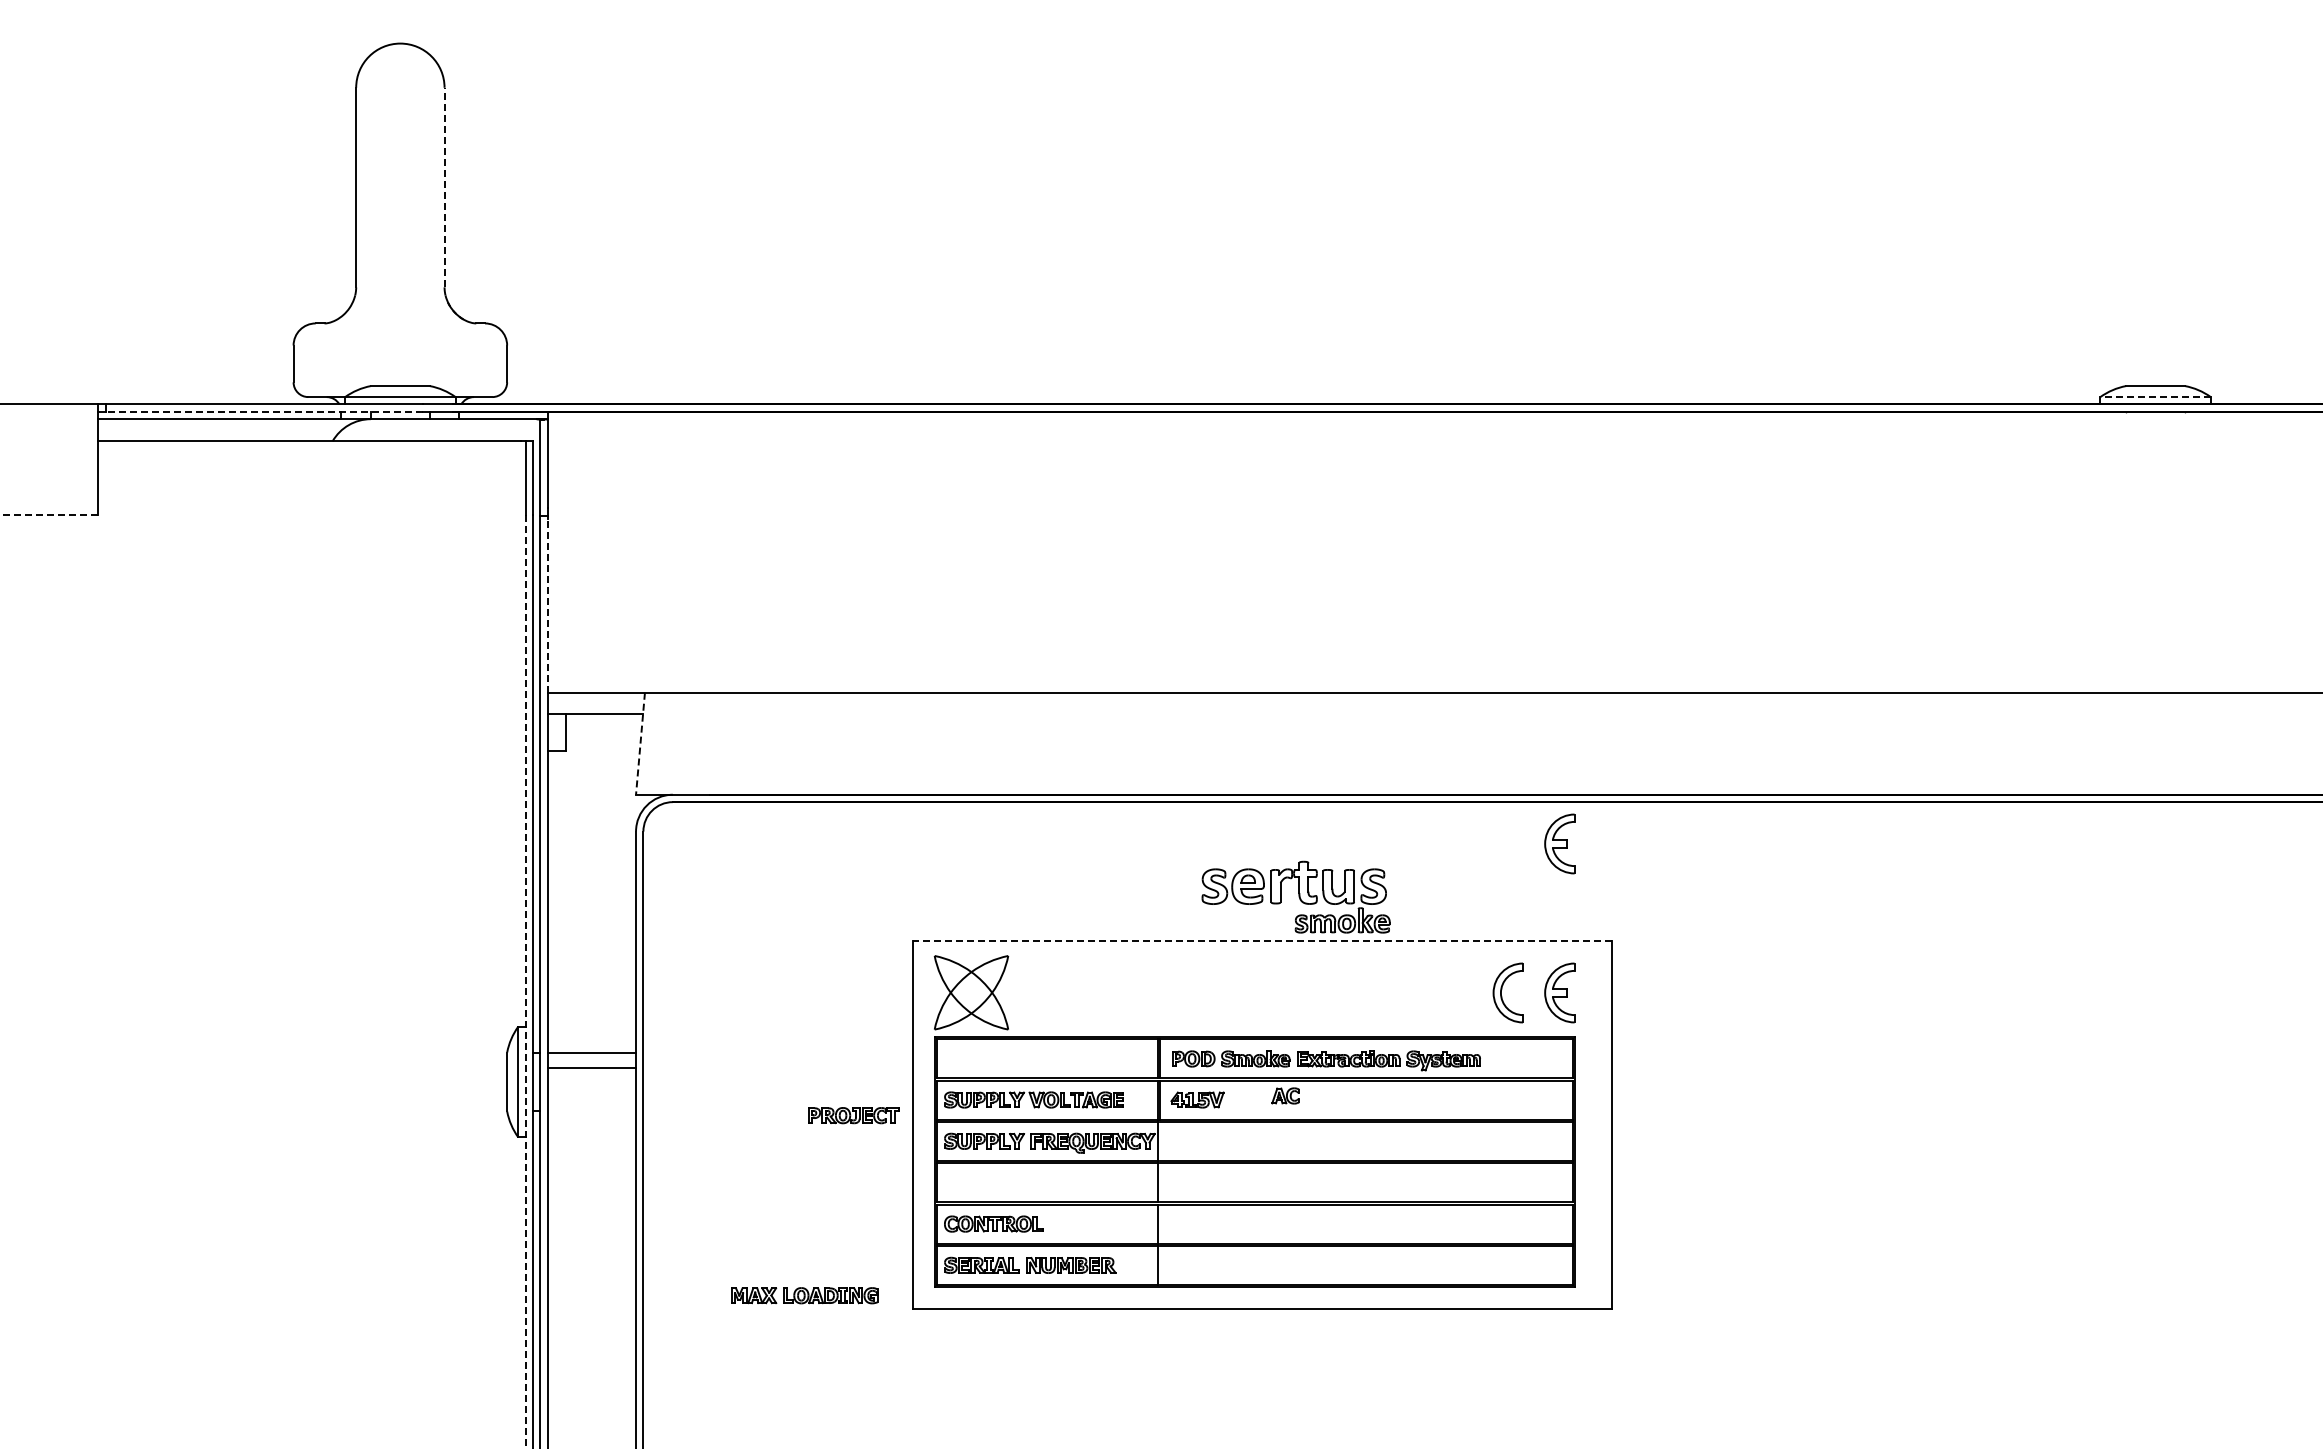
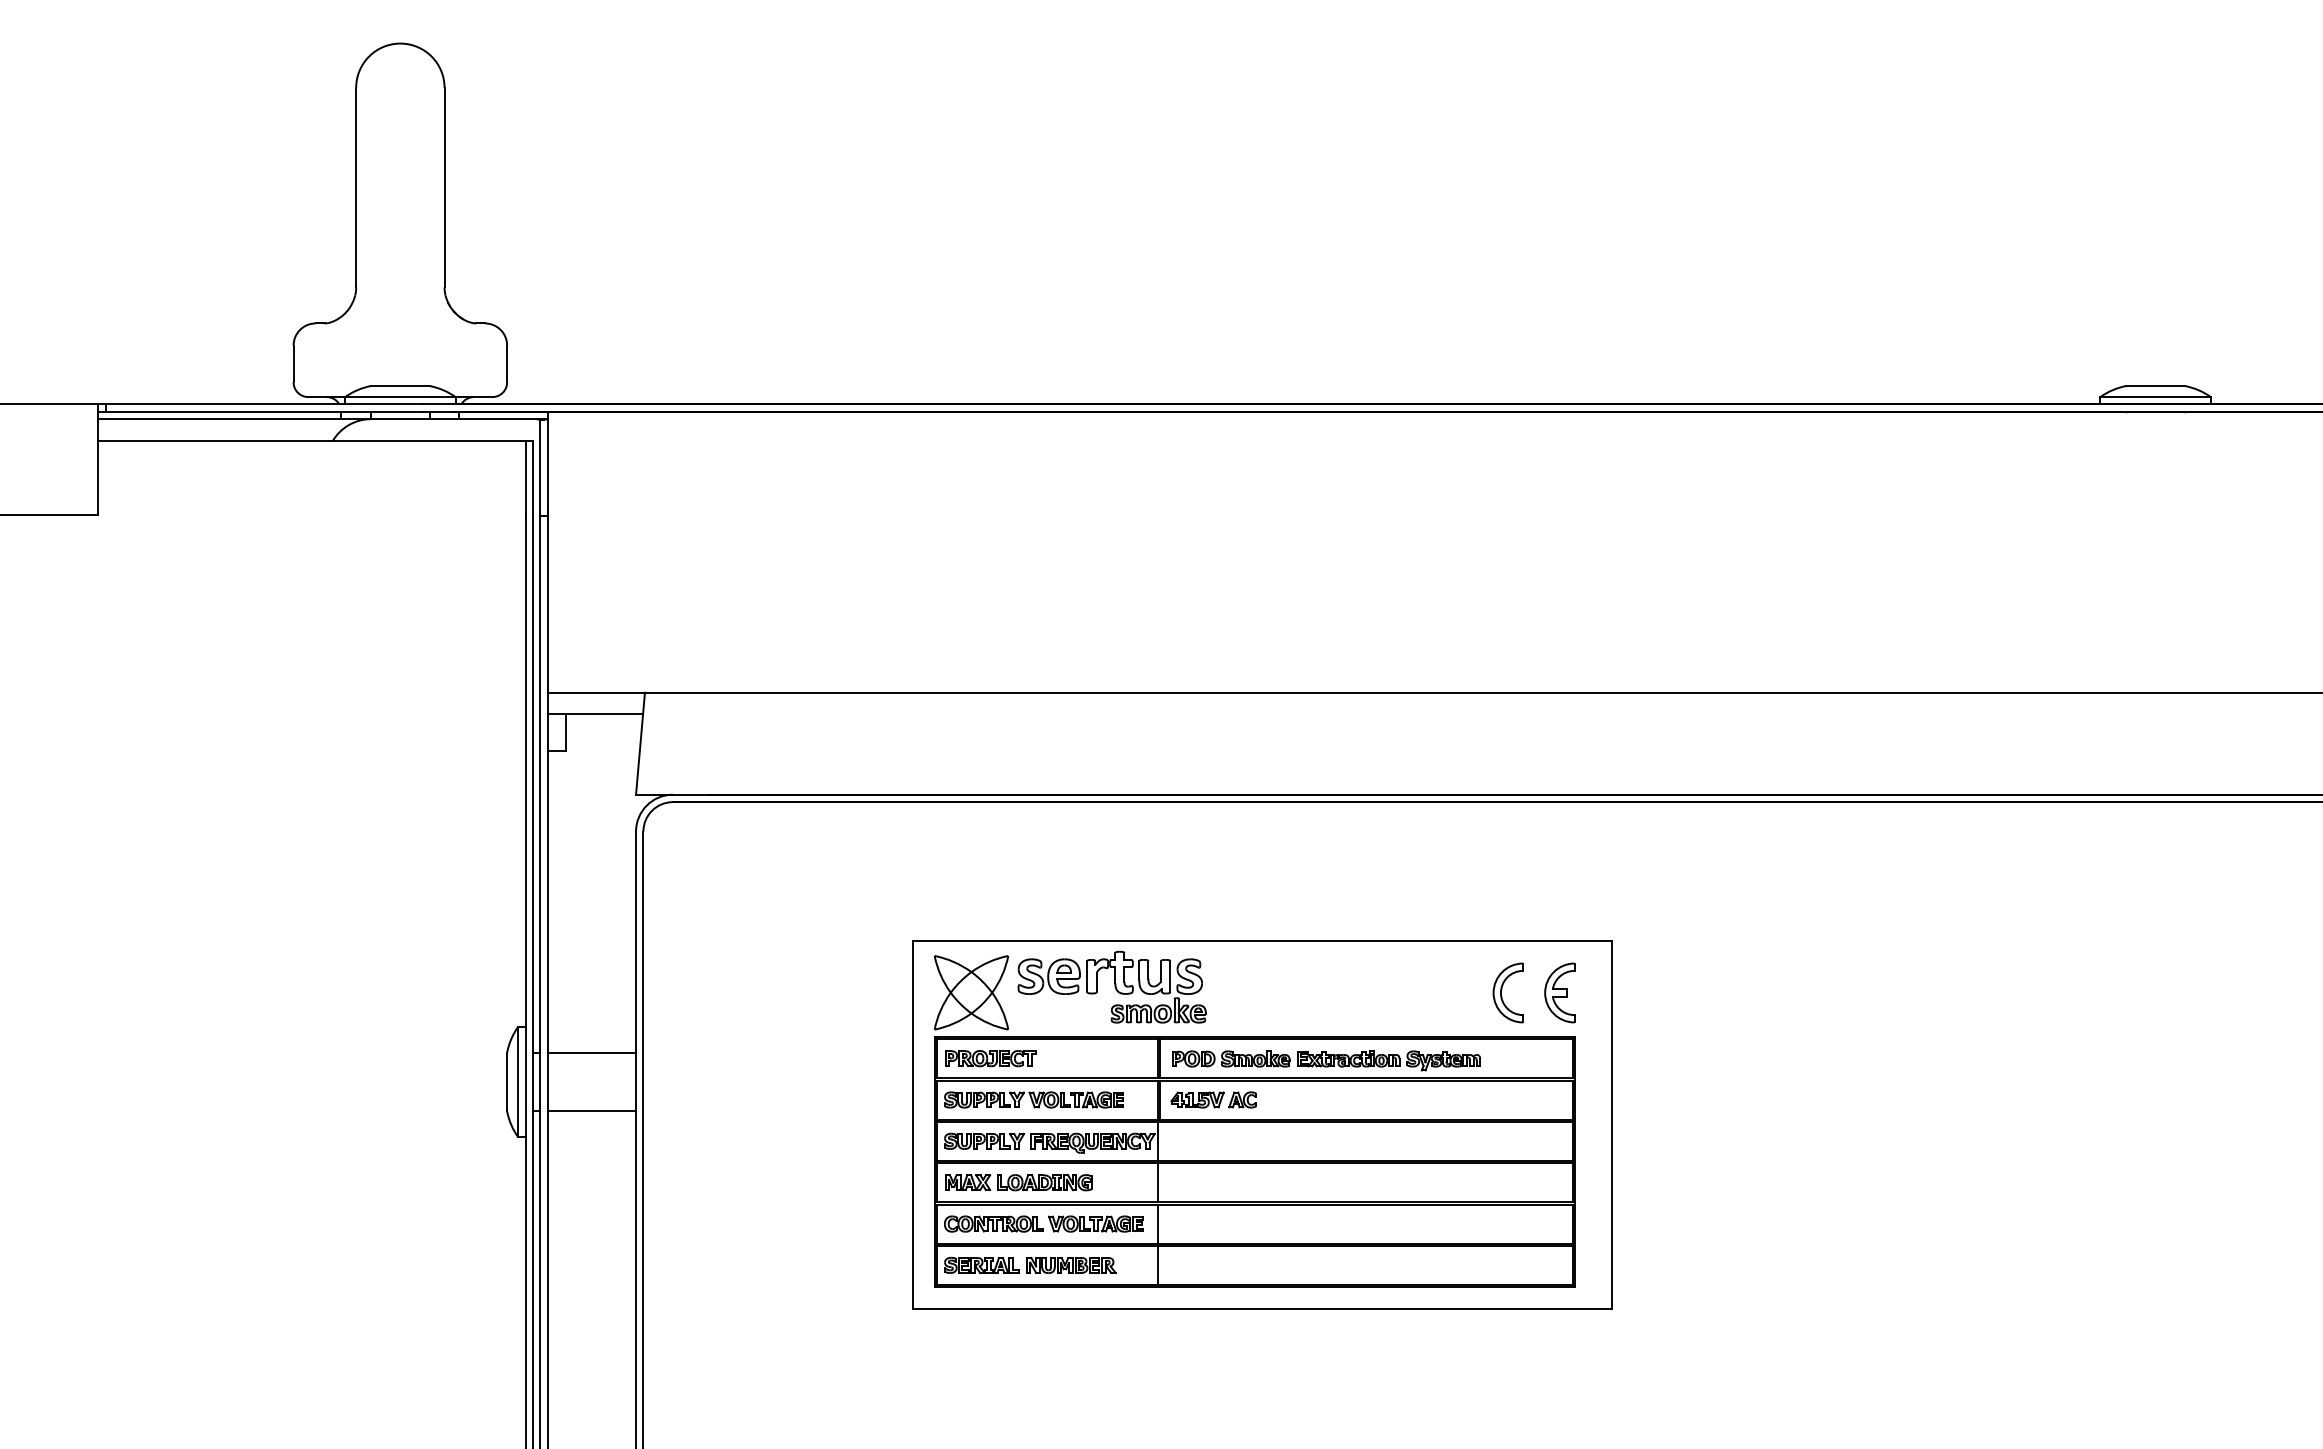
line at (444, 187): dashed -> solid
line at (2155, 397): dashed -> solid
line at (264, 411): dashed -> solid
line at (49, 514): dashed -> solid
line at (547, 606): dashed -> solid
line at (640, 744): dashed -> solid
part at (1559, 843): present -> none
part at (1295, 896) position: (1295, 896) -> (1111, 986)
line at (1262, 941): dashed -> solid
line at (525, 982): dashed -> solid
line at (591, 1068) position: (591, 1068) -> (591, 1111)
part at (1285, 1095) position: (1285, 1095) -> (1242, 1099)
part at (853, 1115) position: (853, 1115) -> (990, 1058)
part at (1095, 1223): none -> present
part at (804, 1295) position: (804, 1295) -> (1018, 1182)
